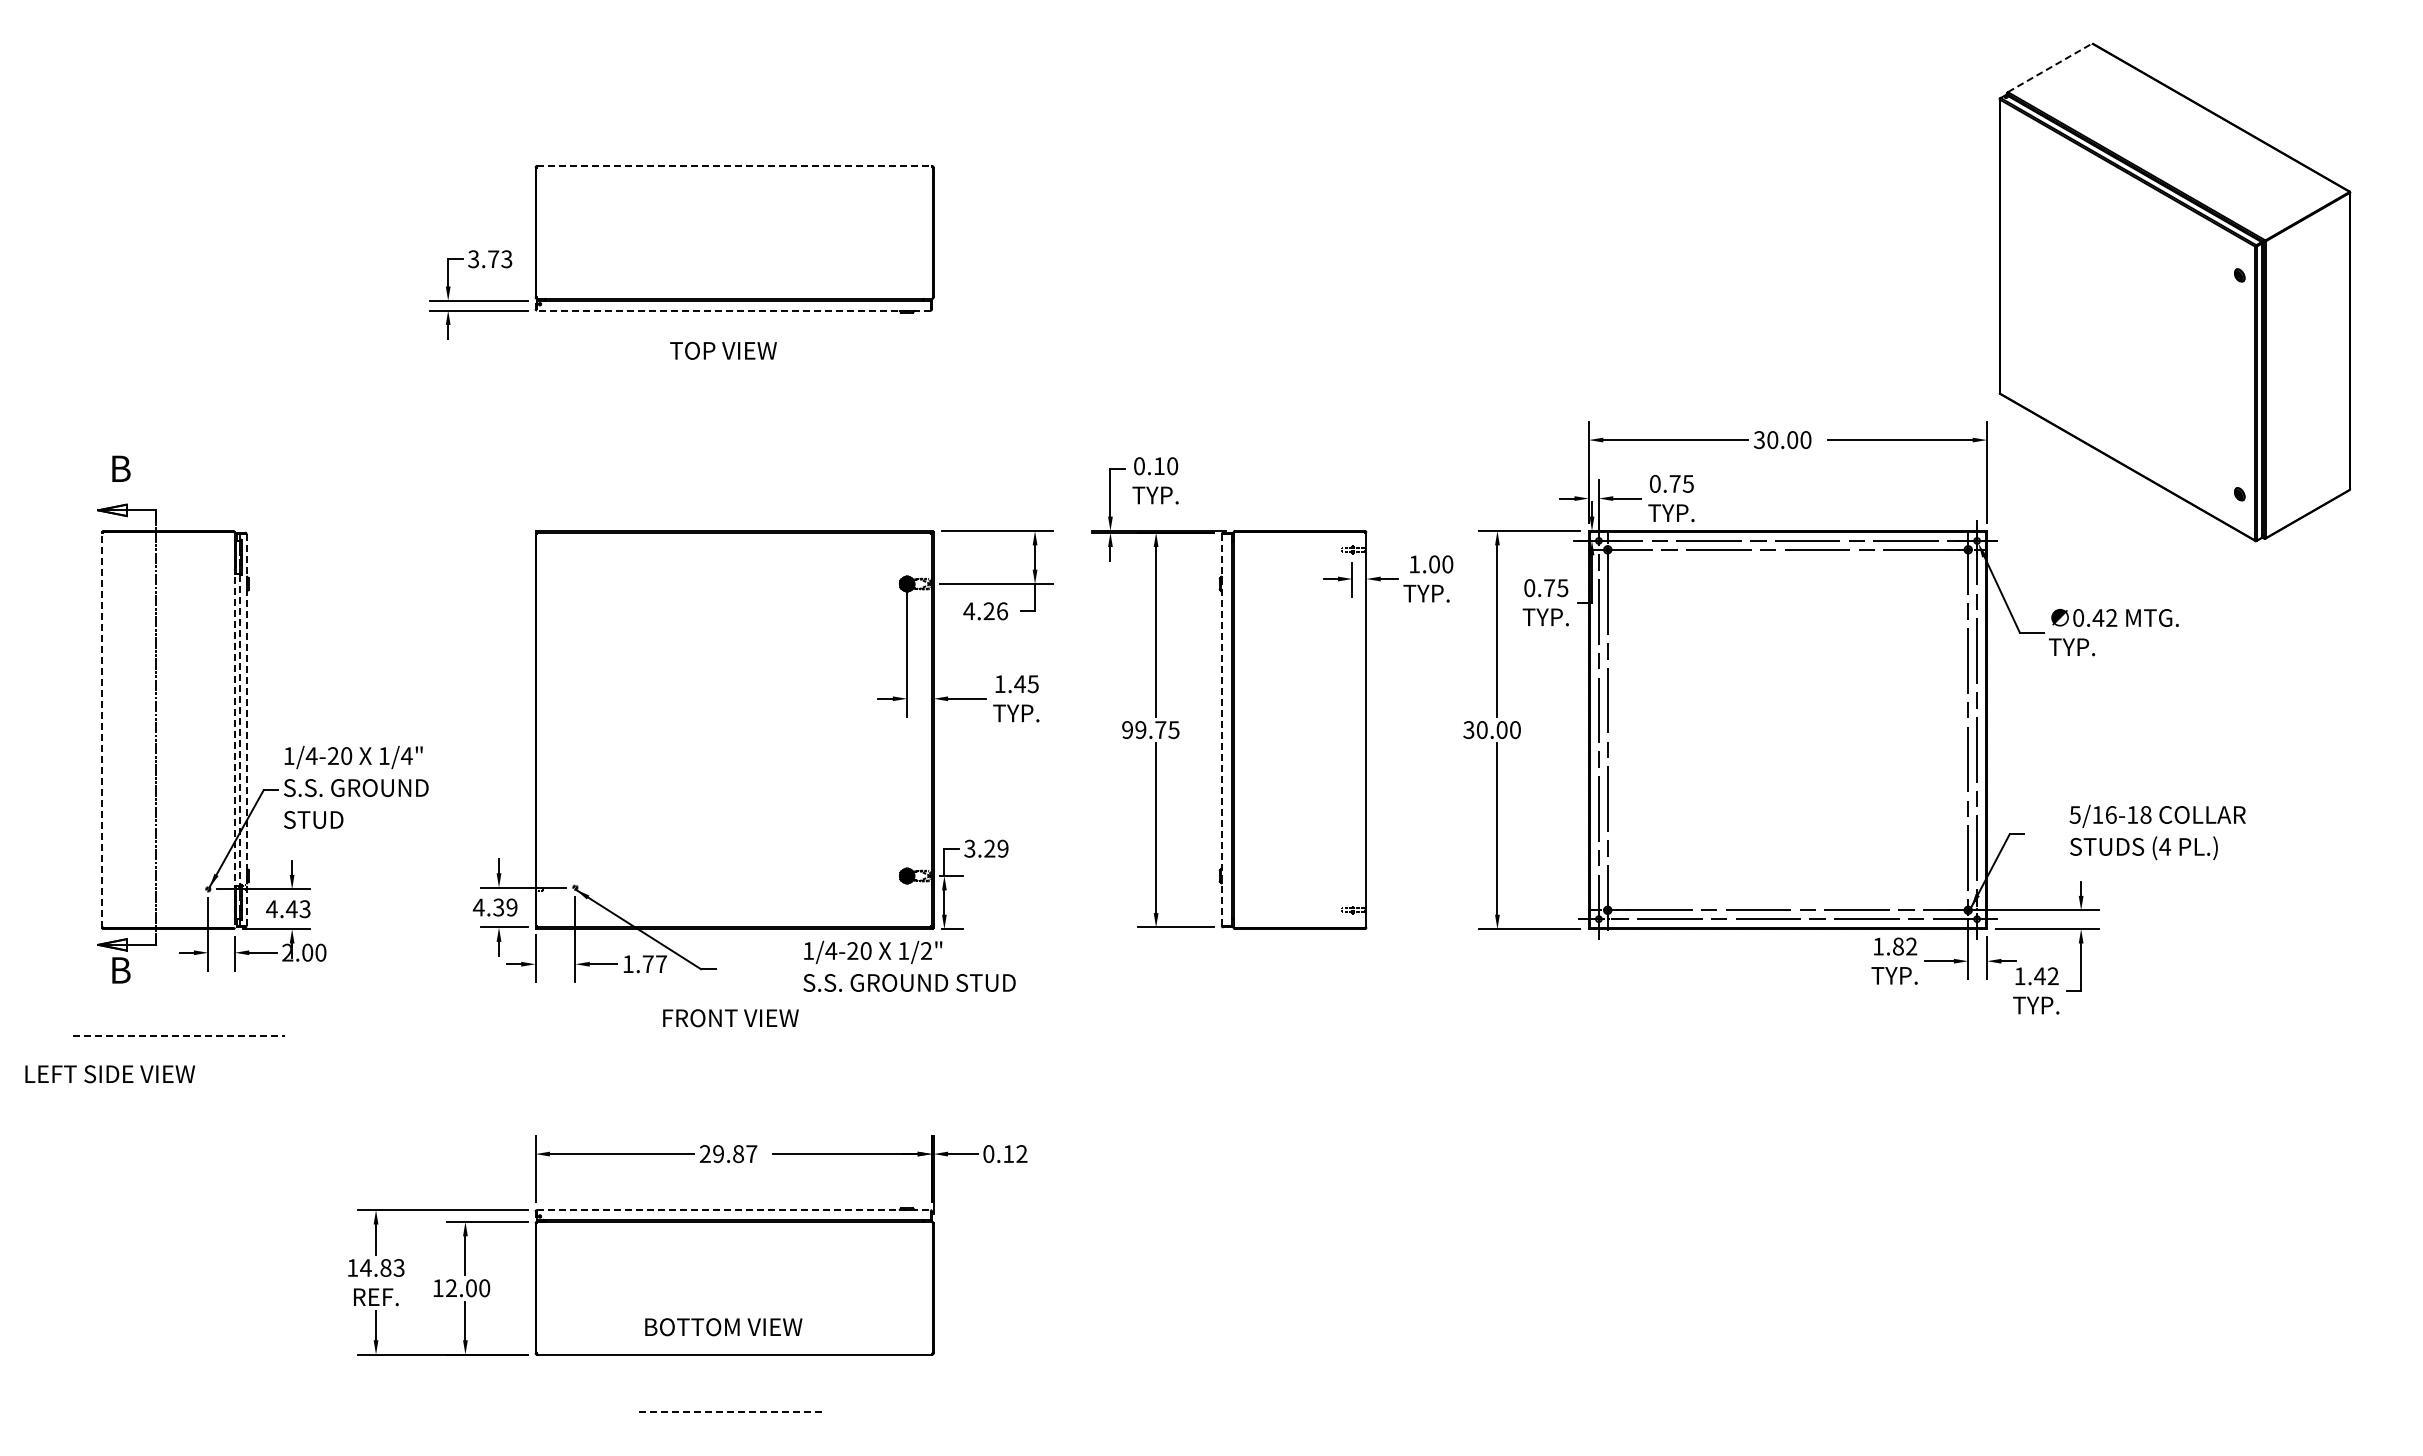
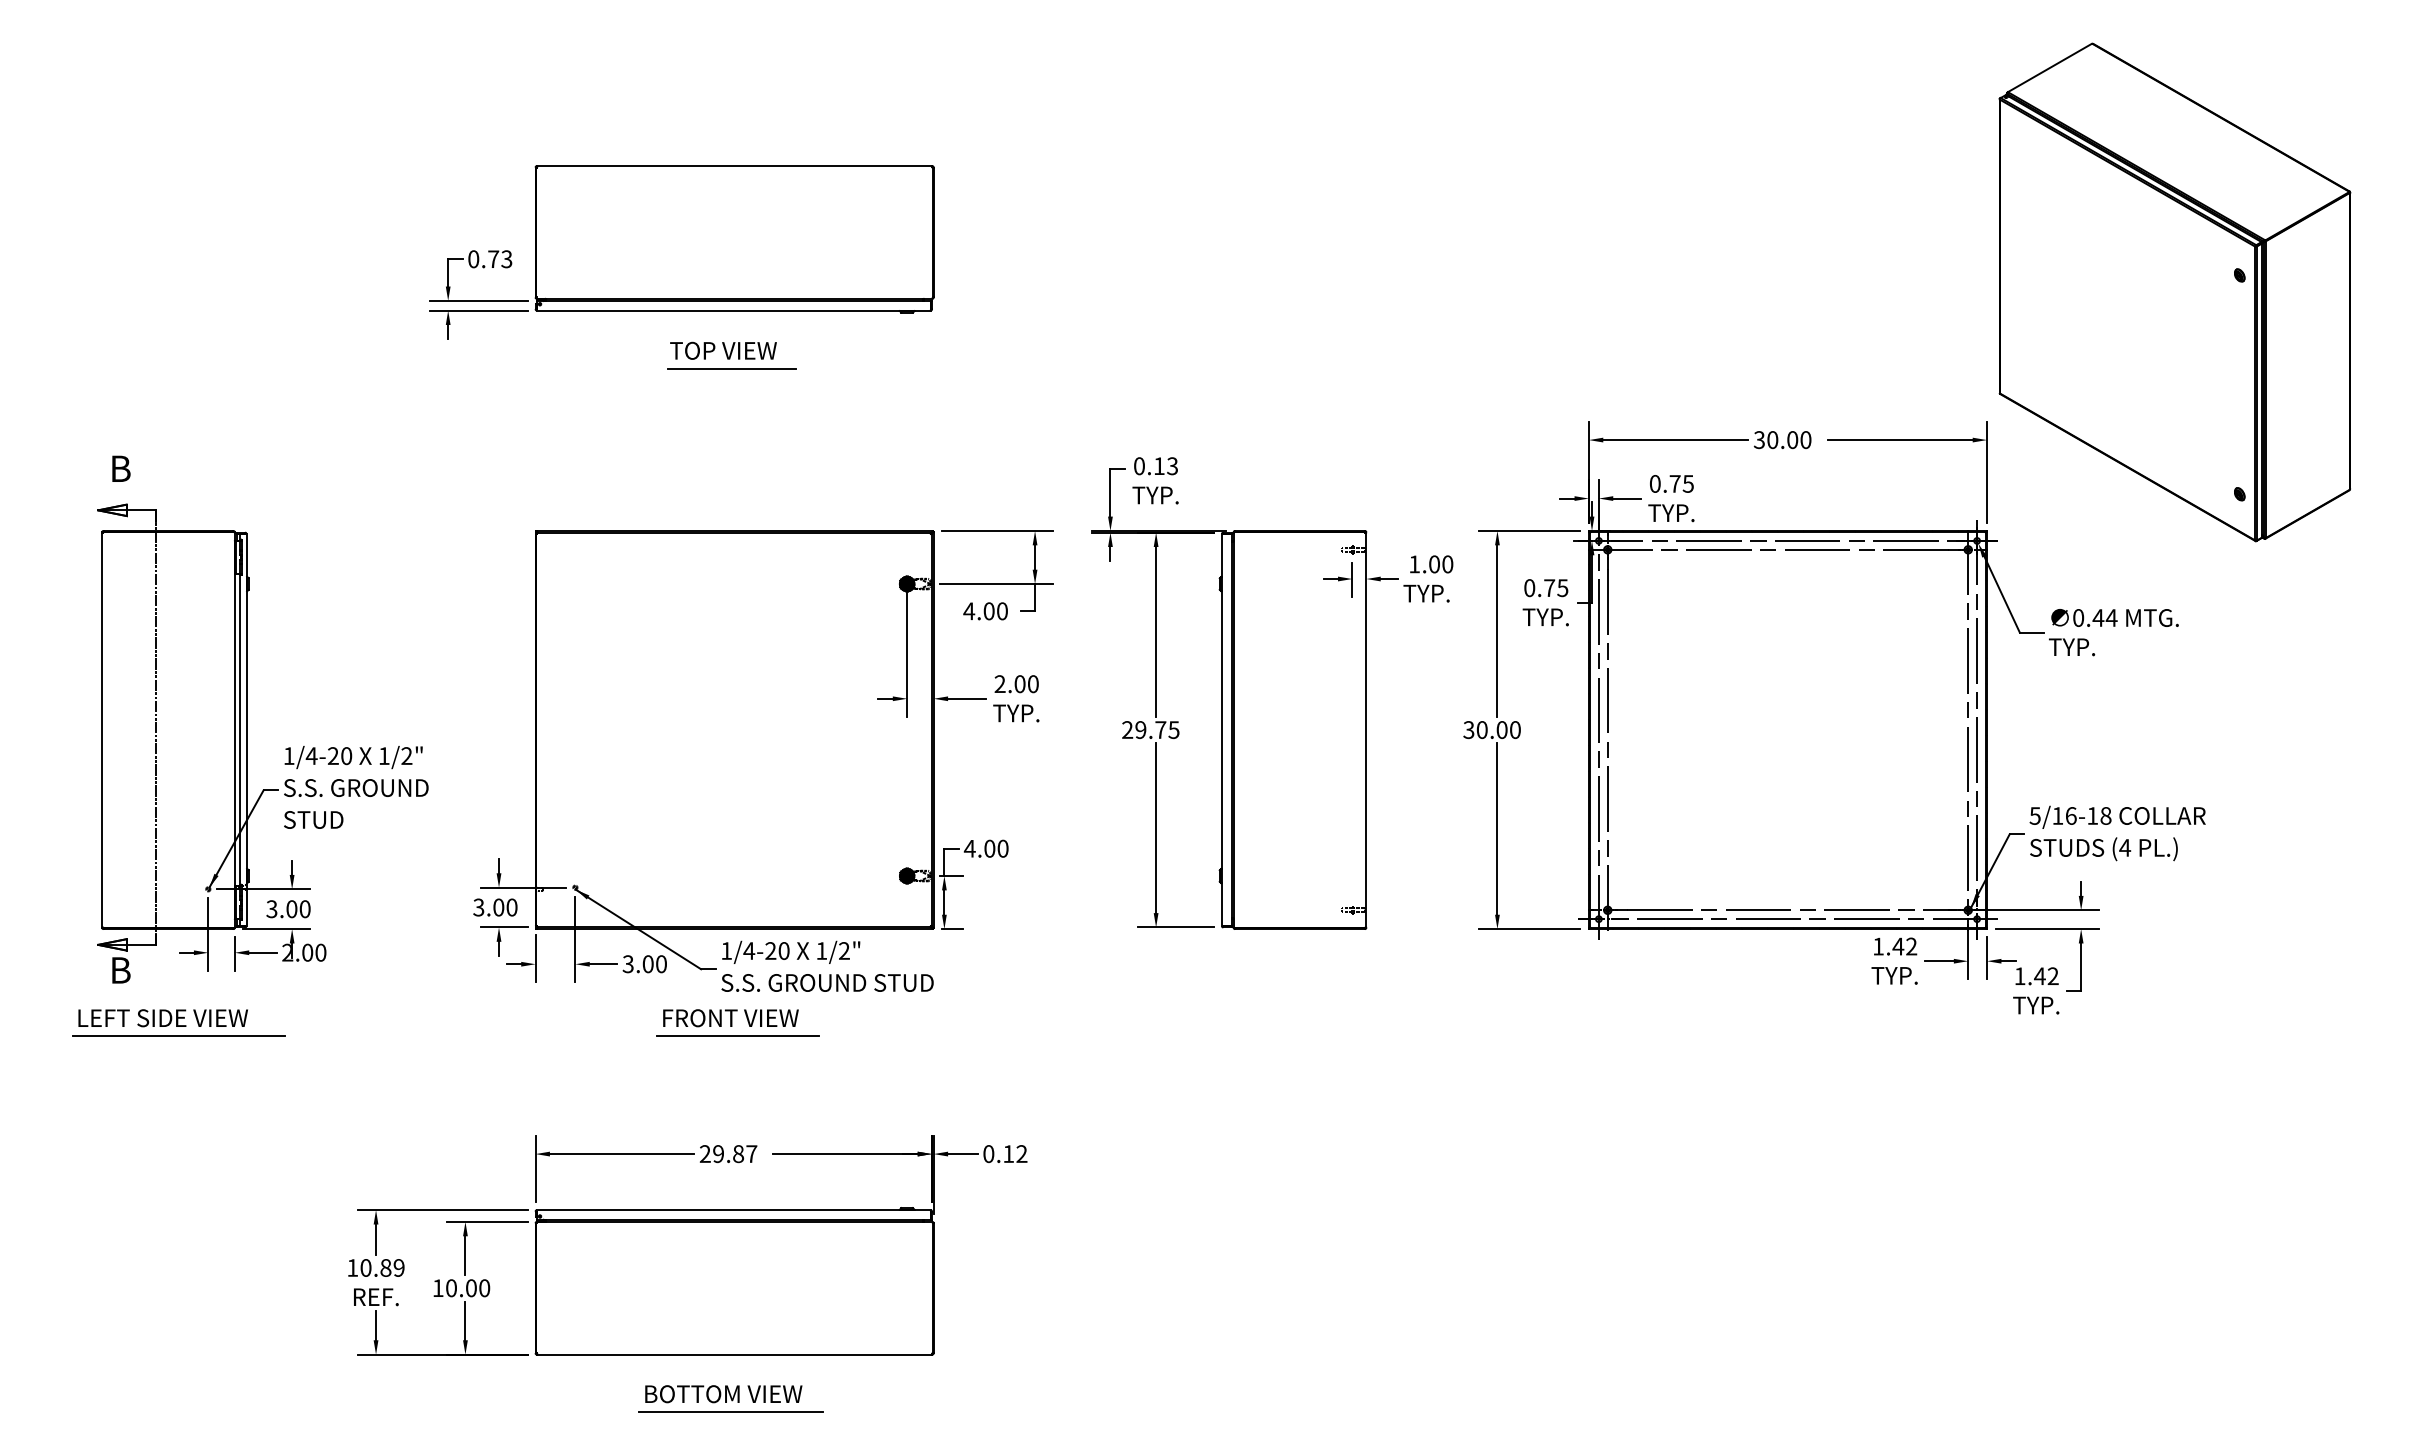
line at (2050, 67): dashed -> solid
line at (734, 166): dashed -> solid
text at (473, 259): 3.73 -> 0.73
line at (733, 310): dashed -> solid
line at (731, 368): none -> present
text at (1172, 466): 0.10 -> 0.13
text at (995, 611): 4.26 -> 4.00
text at (2111, 617): 0.42 -> 0.44
text at (1016, 684): 1.45 -> 2.00
line at (1221, 729): dashed -> solid
line at (102, 730): dashed -> solid
line at (234, 730): dashed -> solid
line at (240, 730): dashed -> solid
line at (246, 730): dashed -> solid
text at (1127, 730): 99.75 -> 29.75
text at (406, 755): 1/4" -> 1/2"
text at (2157, 832) position: (2157, 832) -> (2117, 833)
text at (985, 848): 3.29 -> 4.00
text at (494, 907): 4.39 -> 3.00
text at (288, 909): 4.43 -> 3.00
text at (1898, 946): 1.82 -> 1.42
text at (644, 964): 1.77 -> 3.00
text at (909, 965) position: (909, 965) -> (827, 965)
line at (737, 1035): none -> present
line at (179, 1036): dashed -> solid
text at (109, 1074) position: (109, 1074) -> (162, 1018)
line at (733, 1210): dashed -> solid
text at (382, 1267): 14.83 -> 10.89
text at (451, 1288): 12.00 -> 10.00
text at (723, 1327) position: (723, 1327) -> (723, 1394)
line at (731, 1412): dashed -> solid
